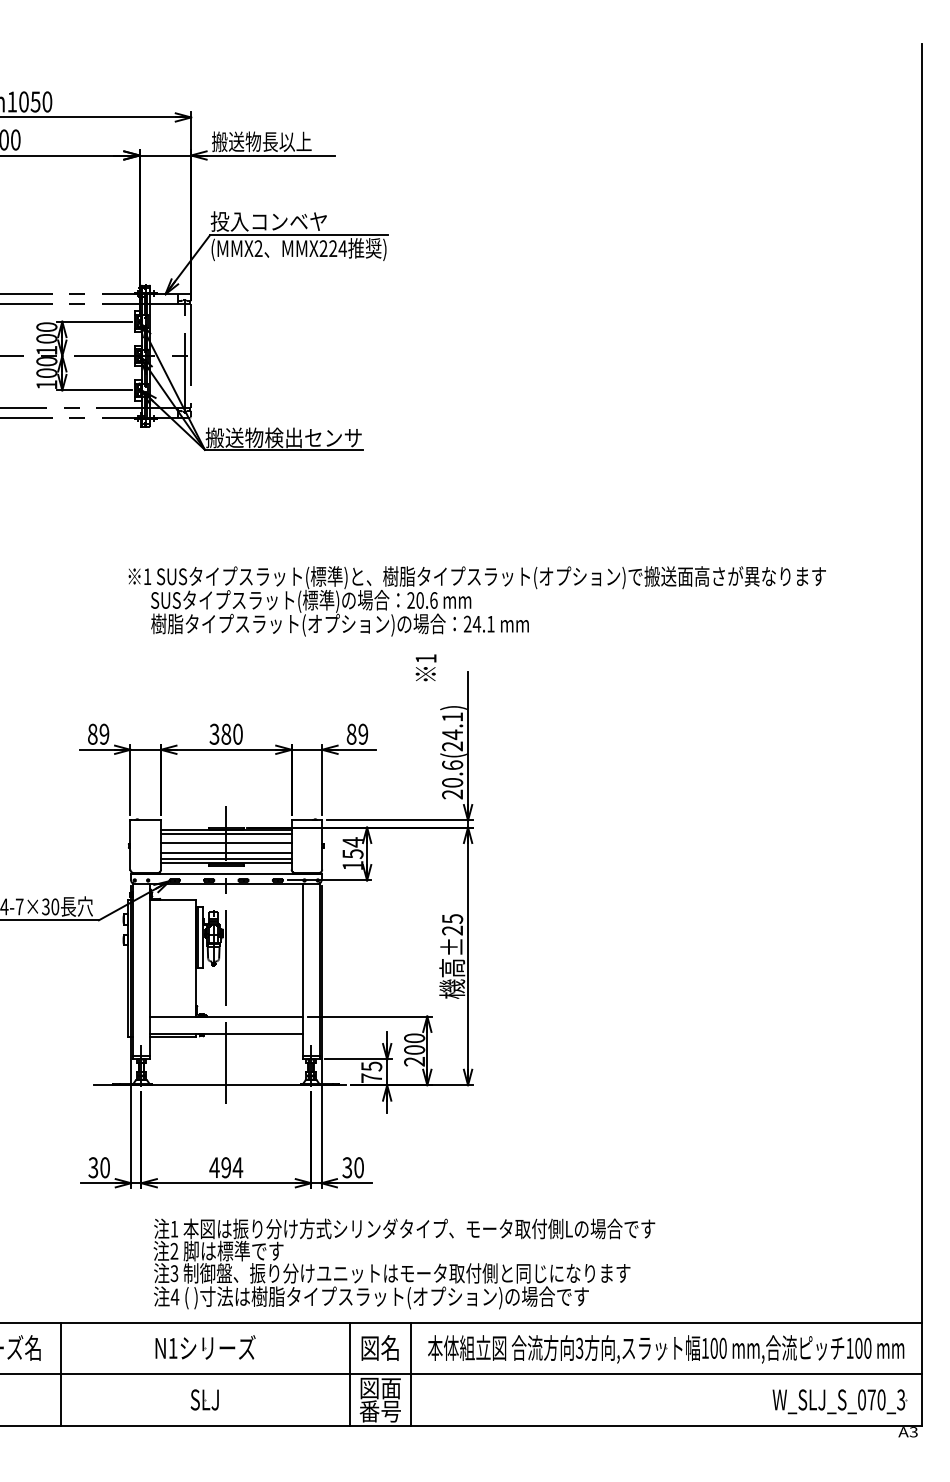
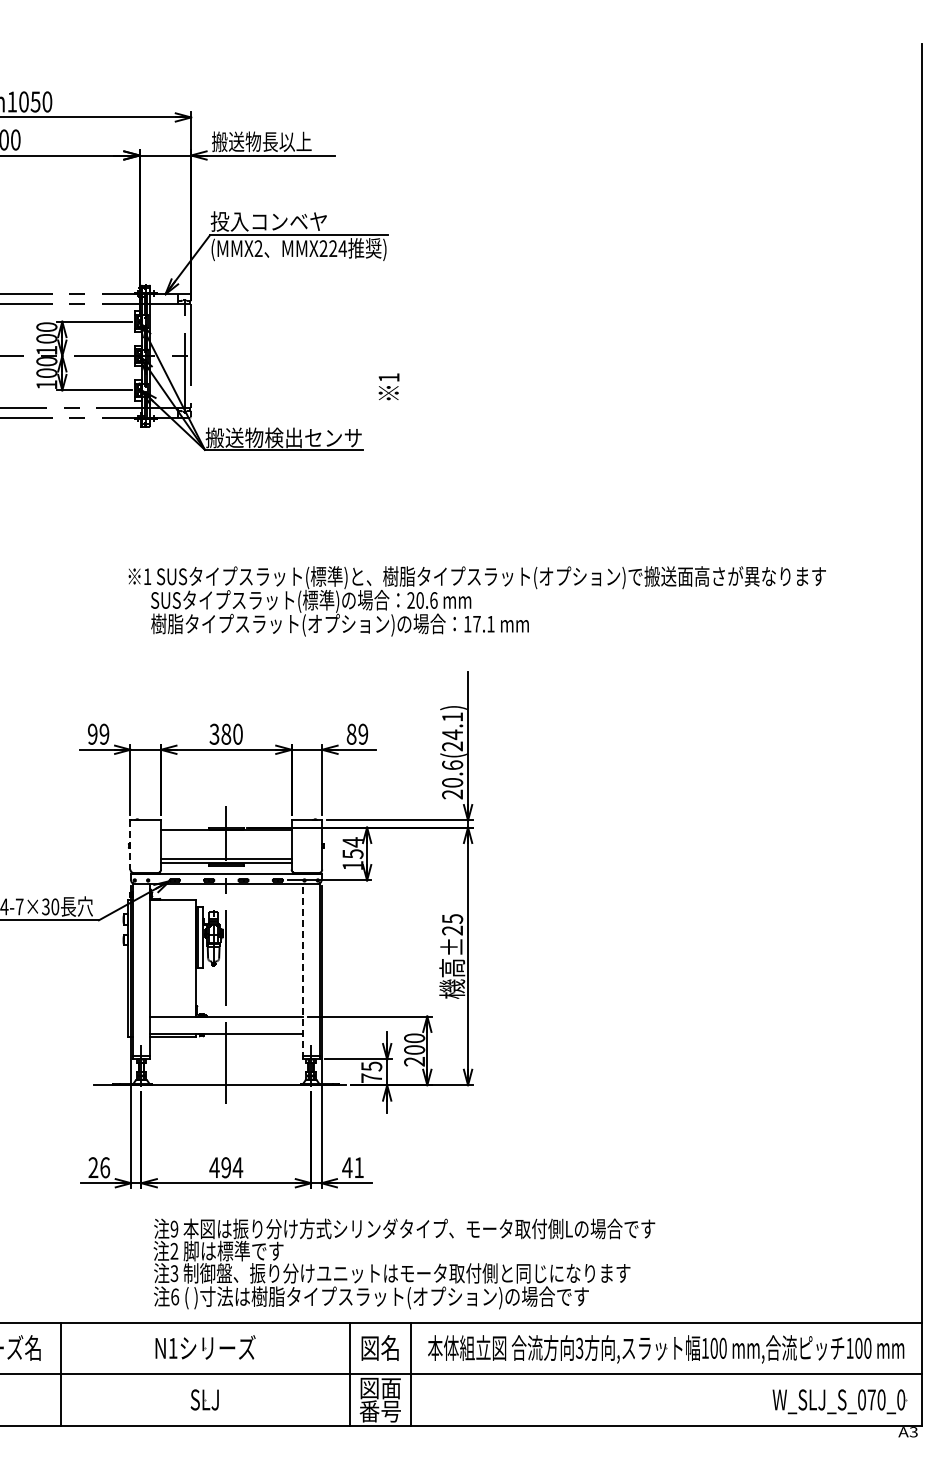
text at (472, 623): 24.1 -> 17.1
text at (425, 667) position: (425, 667) -> (388, 386)
text at (92, 733): 89 -> 99
line at (226, 834): present -> none
line at (226, 842): present -> none
line at (130, 845): solid -> dashed
line at (226, 852): present -> none
line at (302, 971): solid -> dashed
text at (99, 1167): 30 -> 26
text at (352, 1167): 30 -> 41
text at (174, 1228): 1 -> 9
text at (174, 1296): 4 -> 6
text at (901, 1399): W_SLJ_S_070_3 -> W_SLJ_S_070_0
